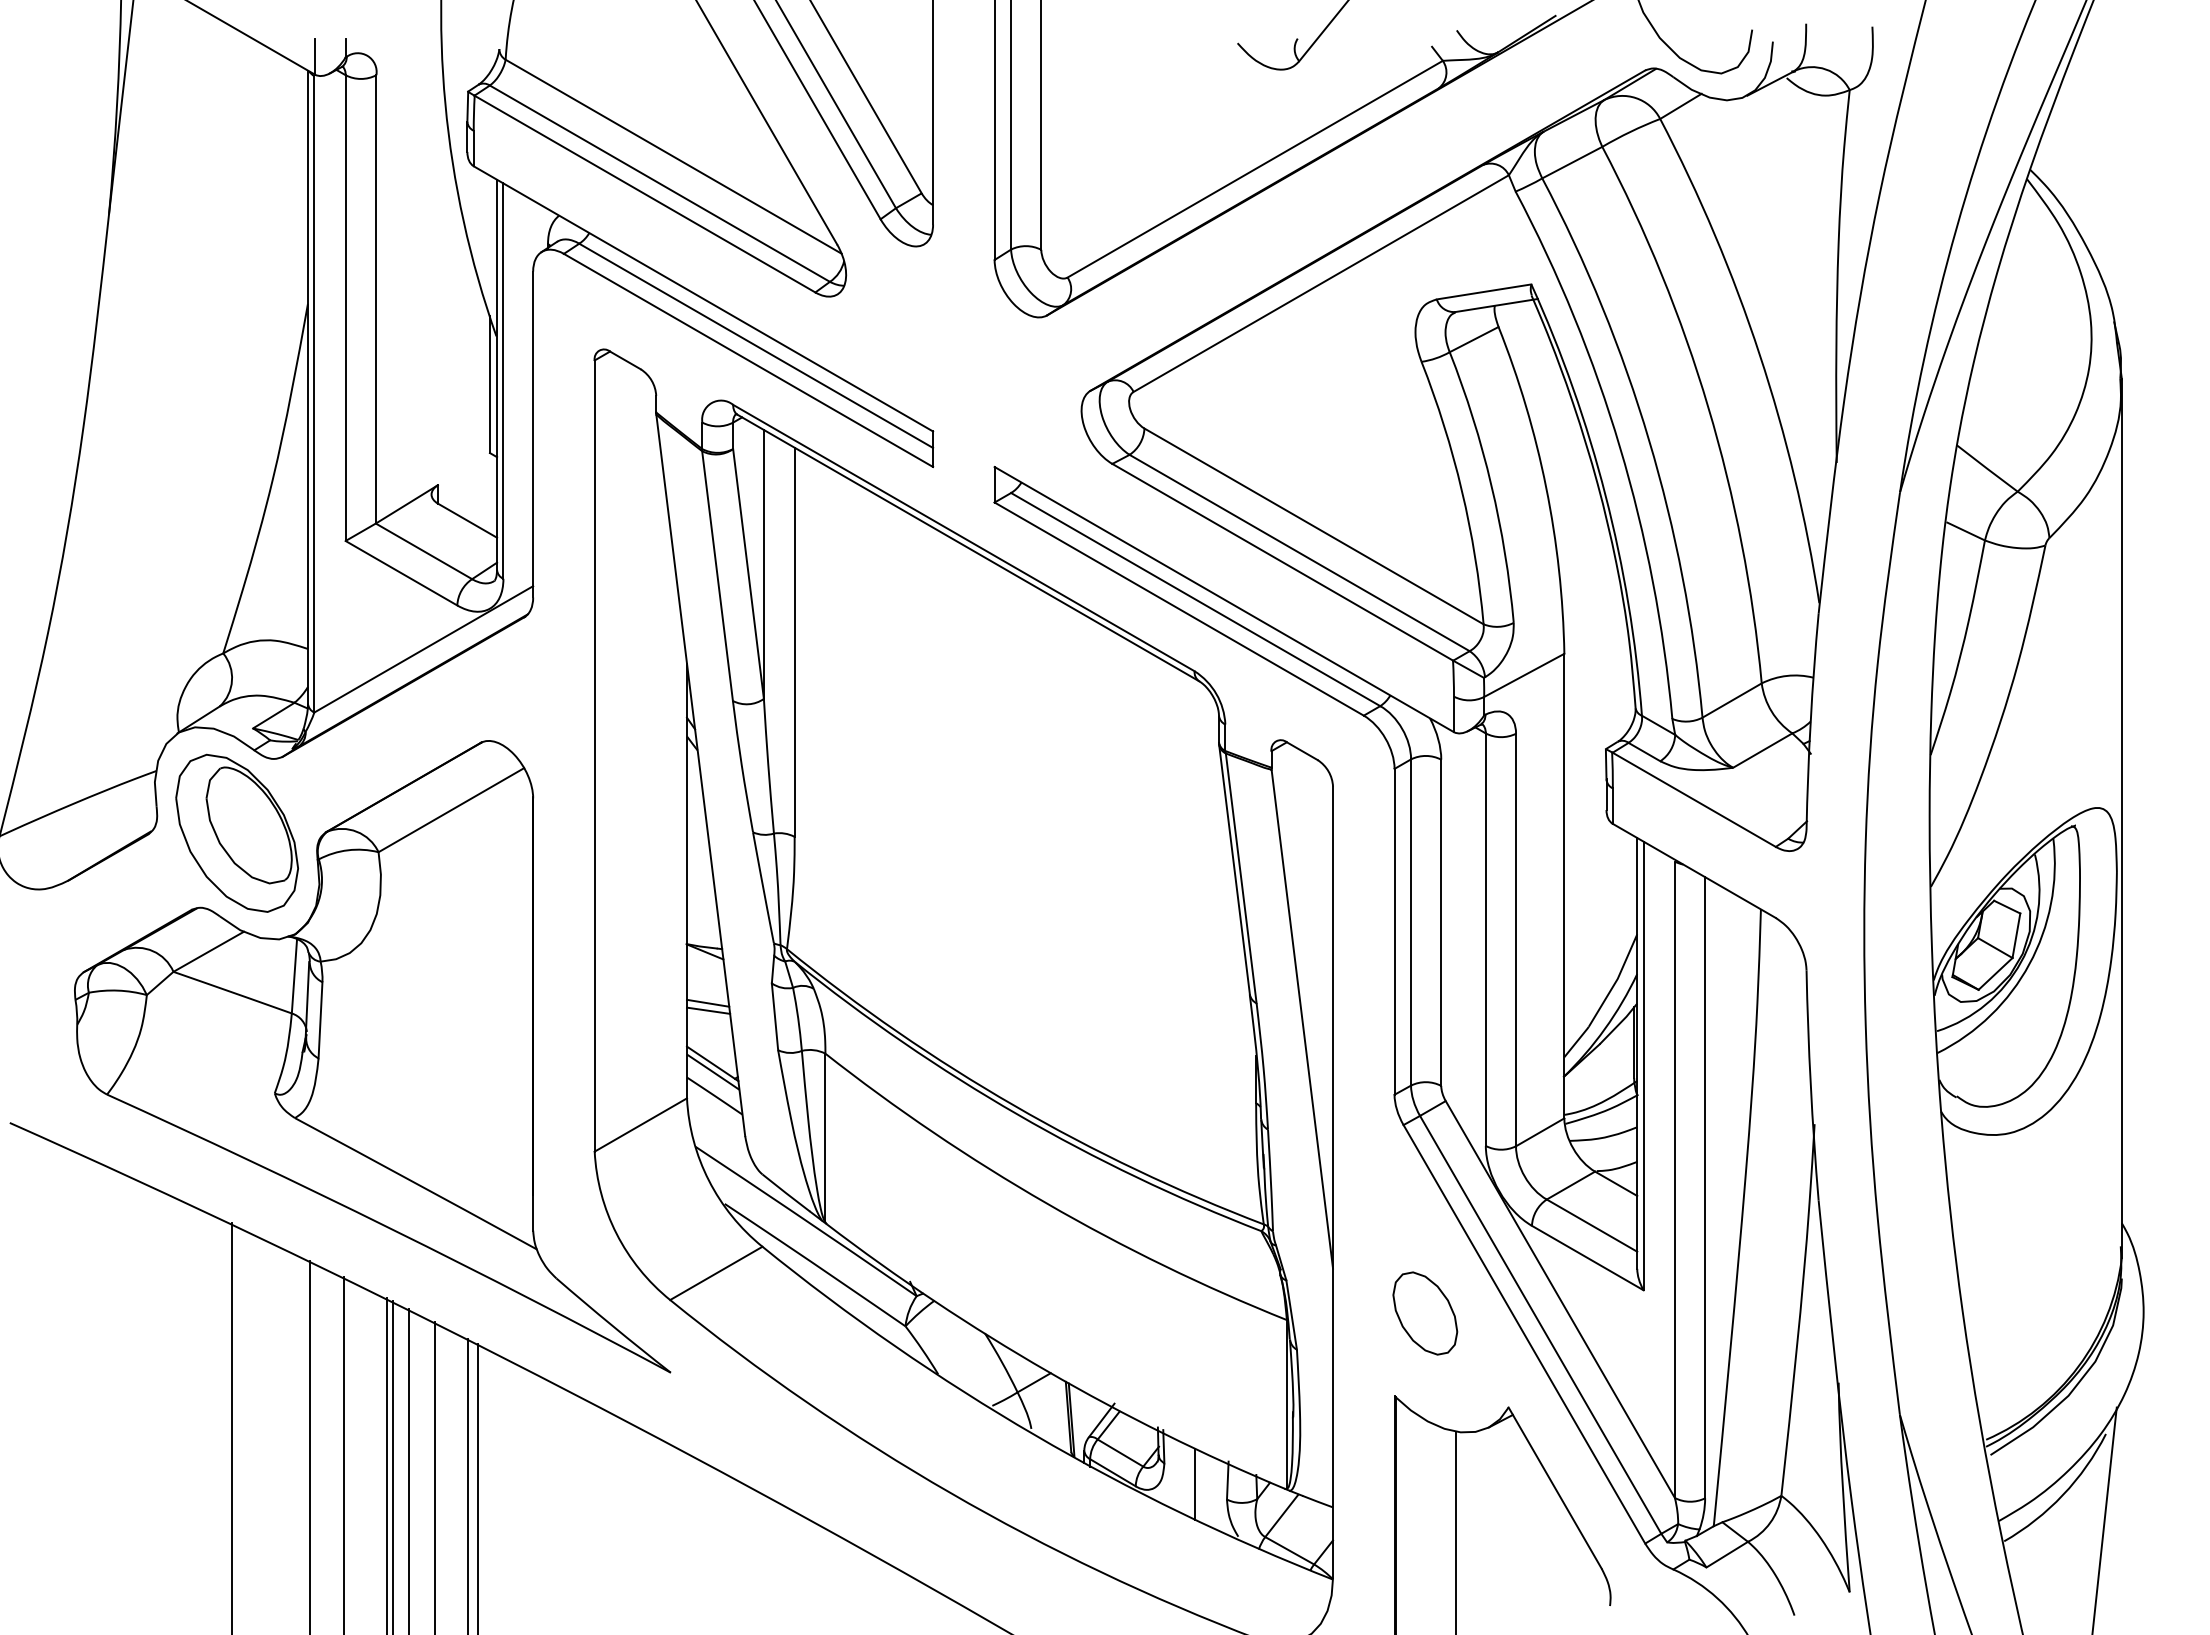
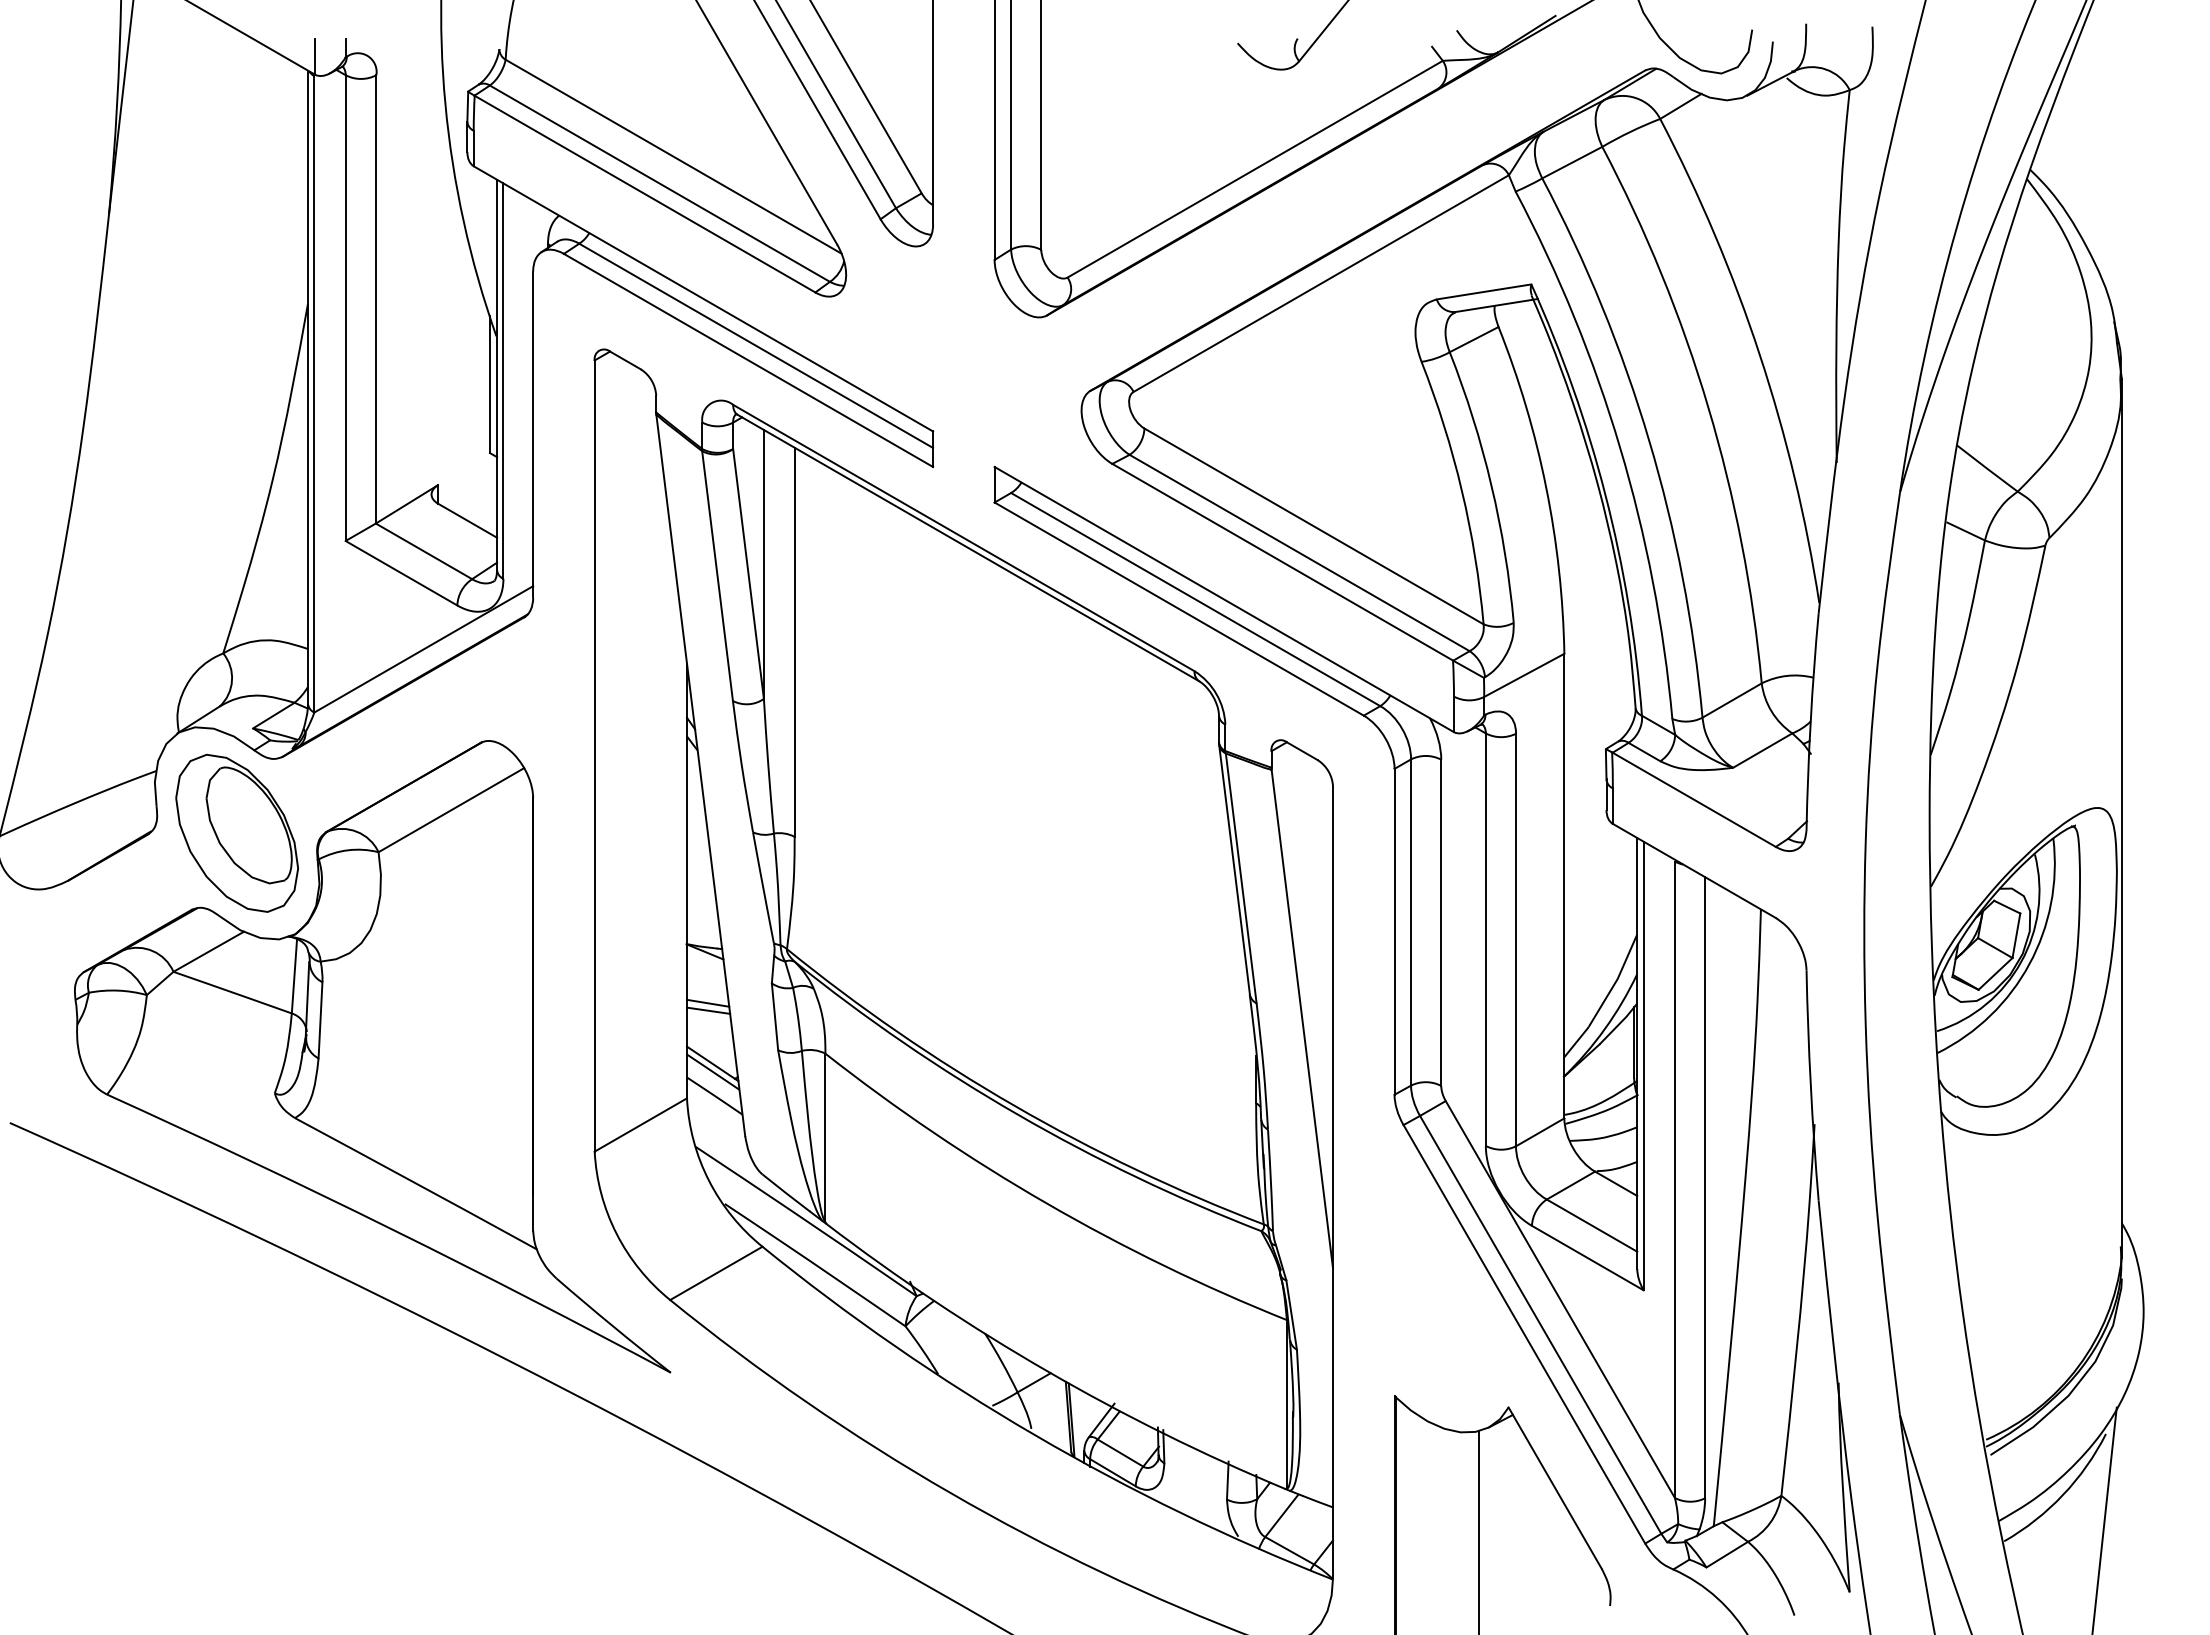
part at (1425, 1313): present -> none
line at (231, 1427): present -> none
line at (310, 1445): present -> none
line at (344, 1454): present -> none
line at (386, 1464): present -> none
line at (393, 1466): present -> none
line at (409, 1469): present -> none
line at (435, 1476): present -> none
line at (468, 1484): present -> none
line at (1194, 1484): present -> none
line at (478, 1487): present -> none
line at (1456, 1531) position: (1456, 1531) -> (1479, 1531)
